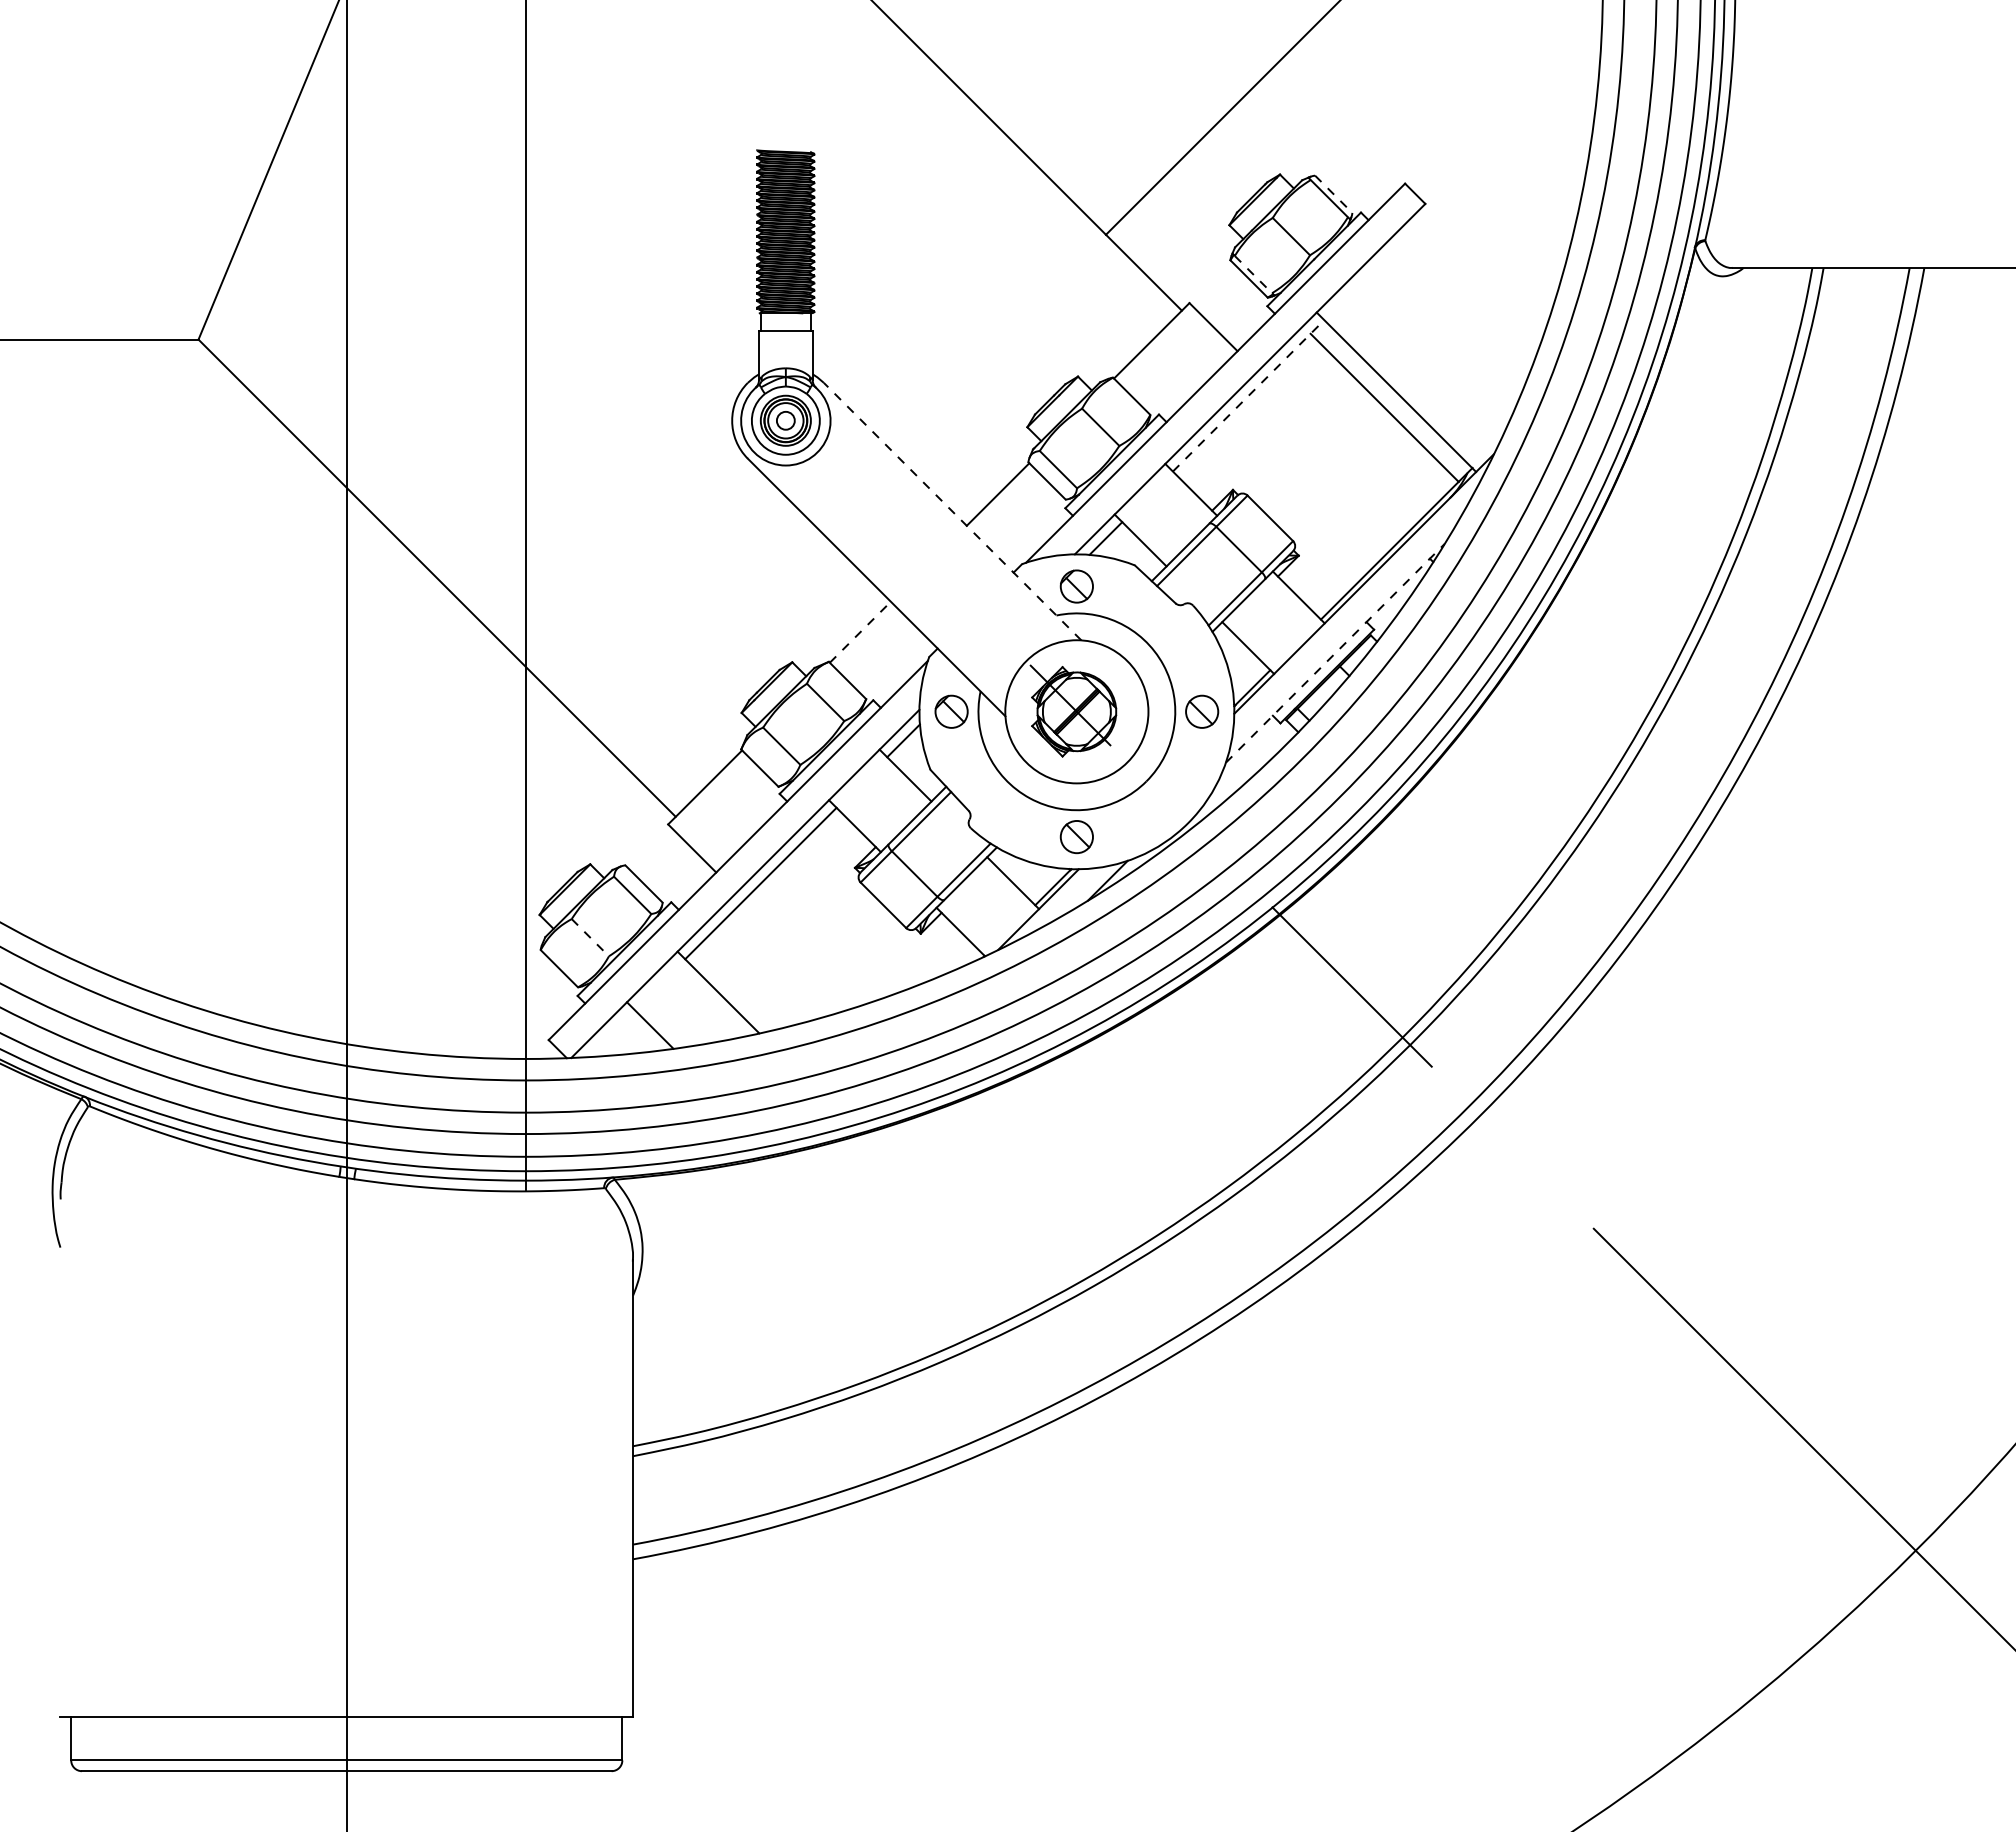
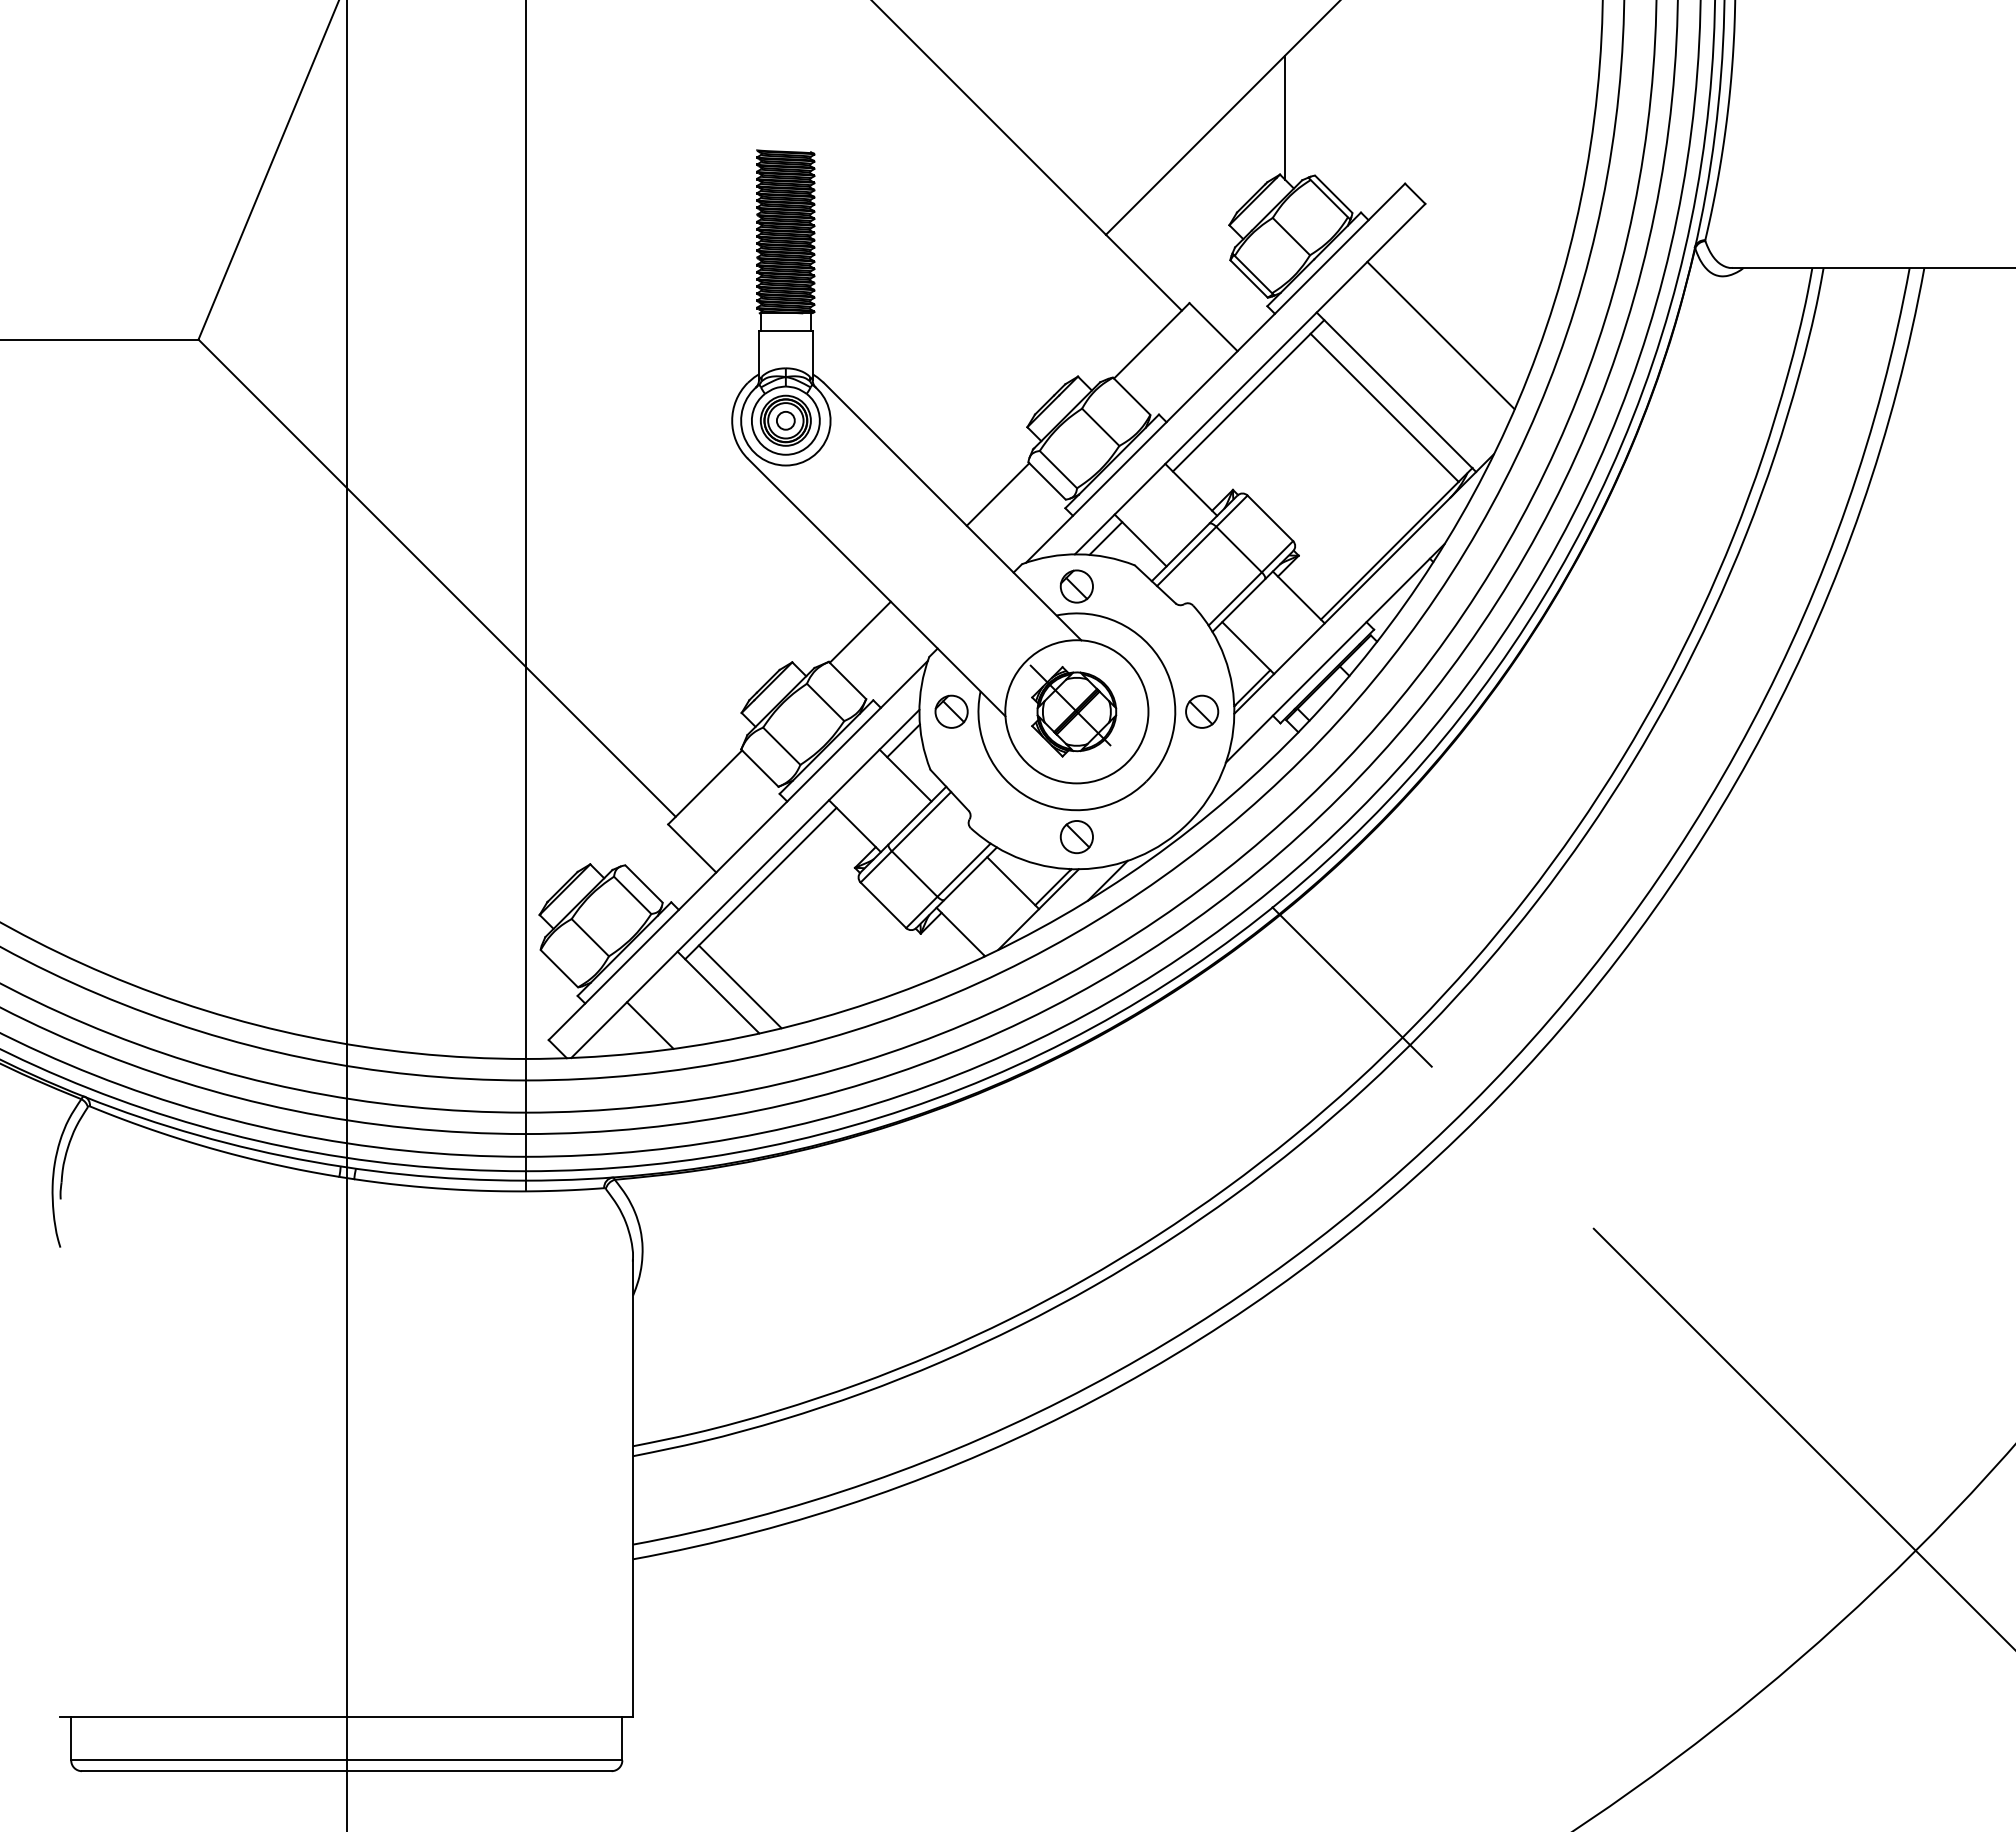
line at (1284, 117): none -> present
line at (1334, 194): dashed -> solid
line at (1253, 274): dashed -> solid
line at (1440, 335): none -> present
line at (1248, 395): dashed -> solid
line at (952, 511): dashed -> solid
line at (860, 631): dashed -> solid
line at (1335, 653): dashed -> solid
line at (590, 938): dashed -> solid
line at (739, 986): none -> present
